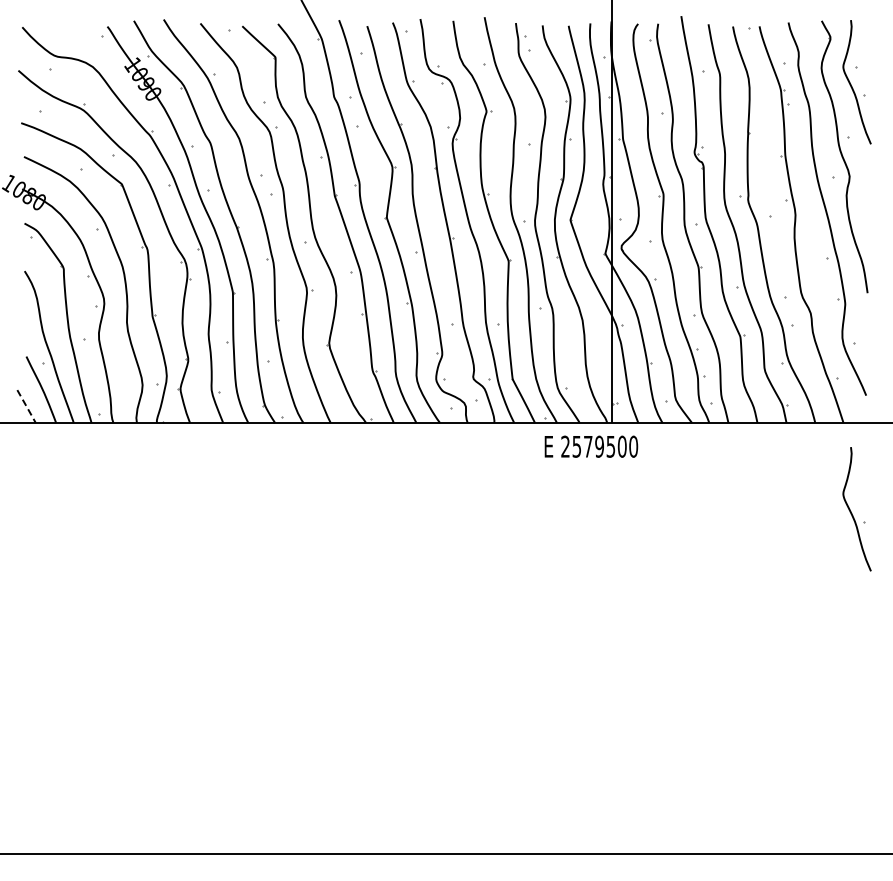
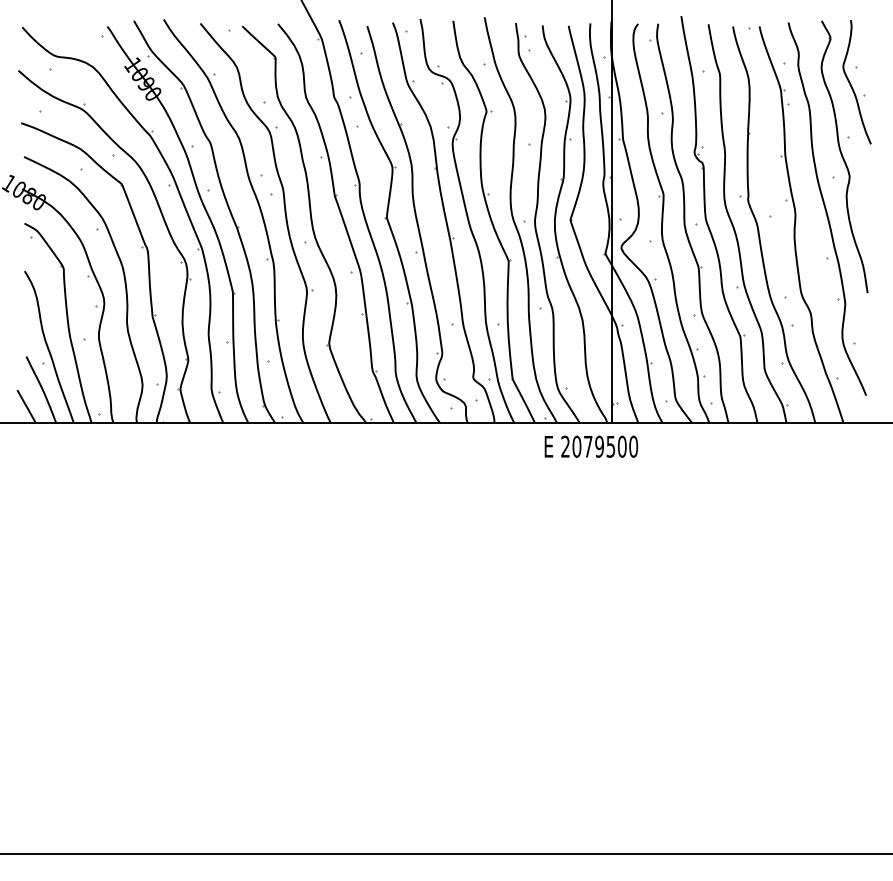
line at (26, 407): dashed -> solid
text at (576, 446): 2579500 -> 2079500
part at (856, 509): present -> none
